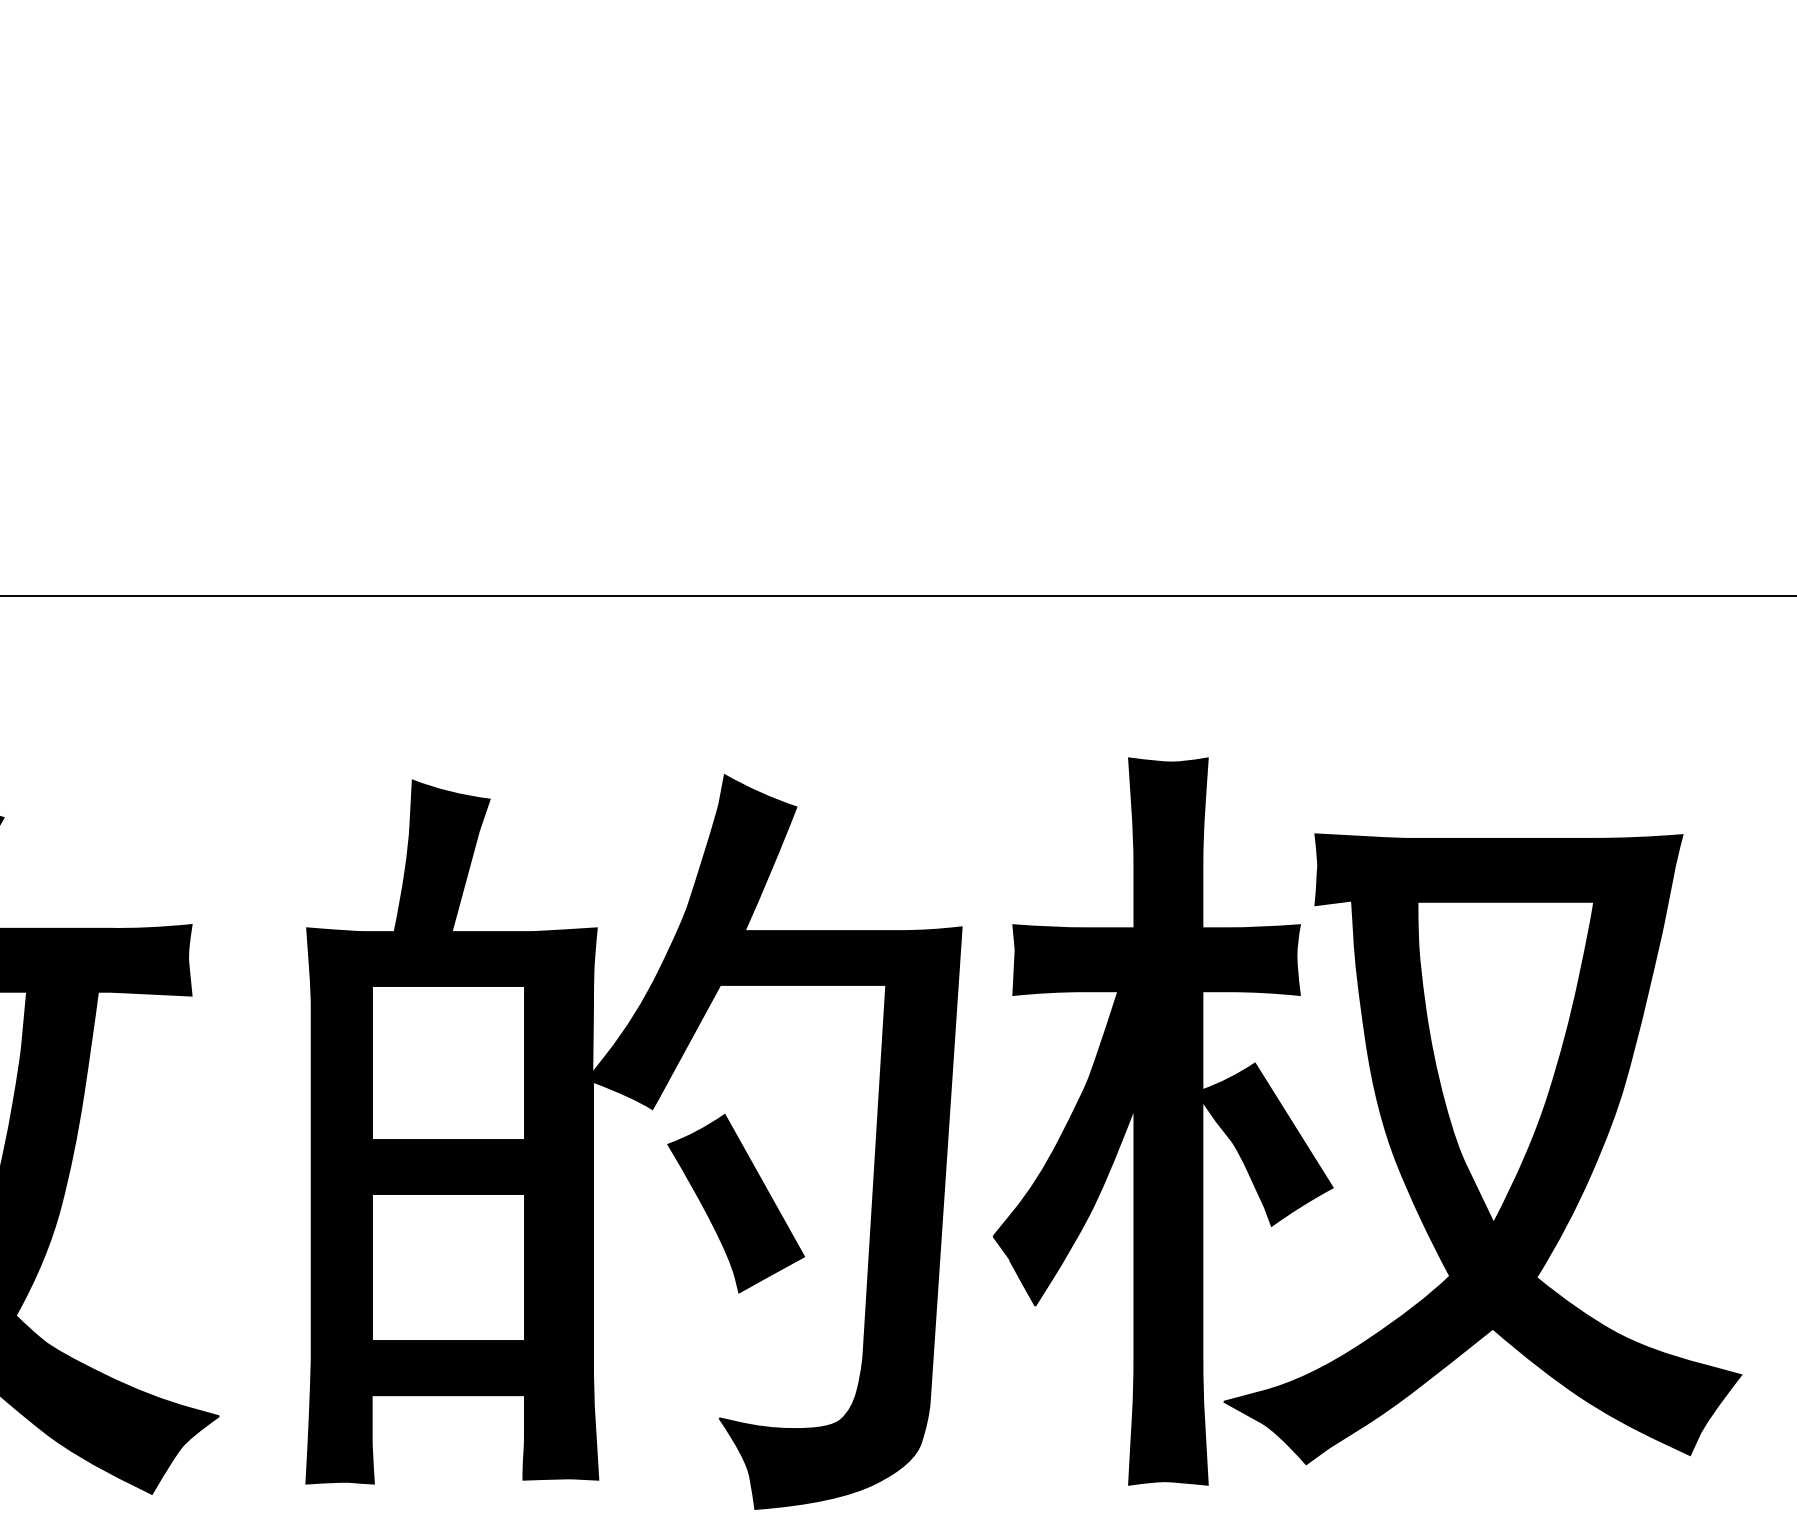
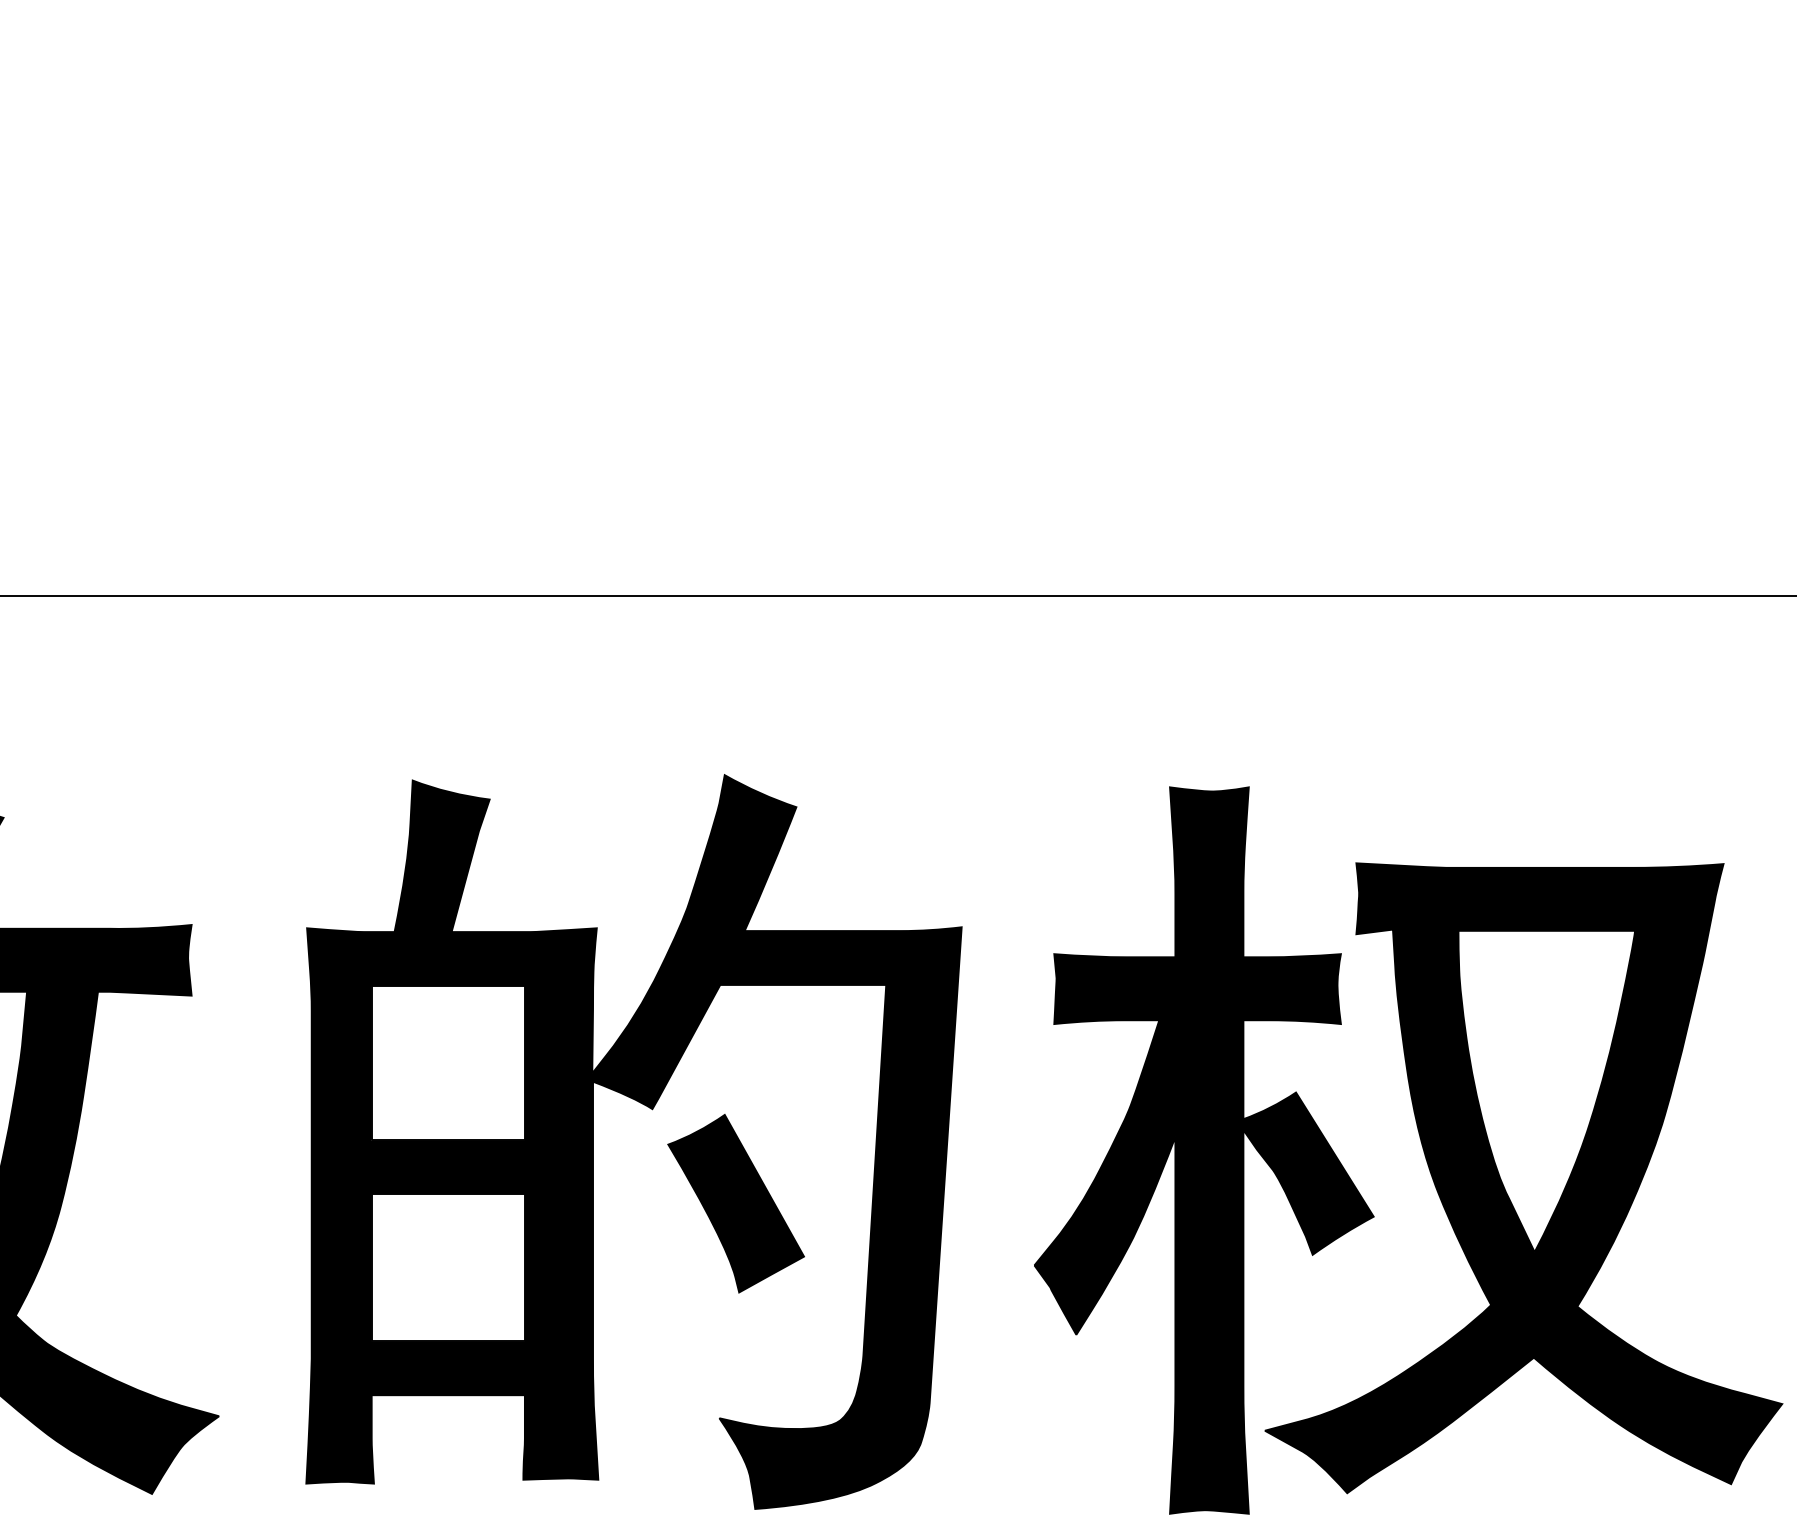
part at (1380, 1116) position: (1380, 1116) -> (1421, 1145)
